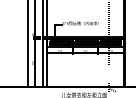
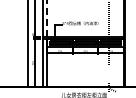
line at (47, 18): solid -> dashed
